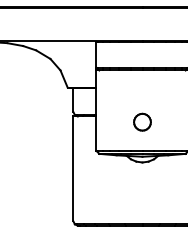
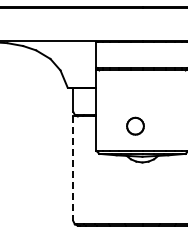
part at (142, 121) position: (142, 121) -> (135, 125)
line at (73, 169): solid -> dashed
